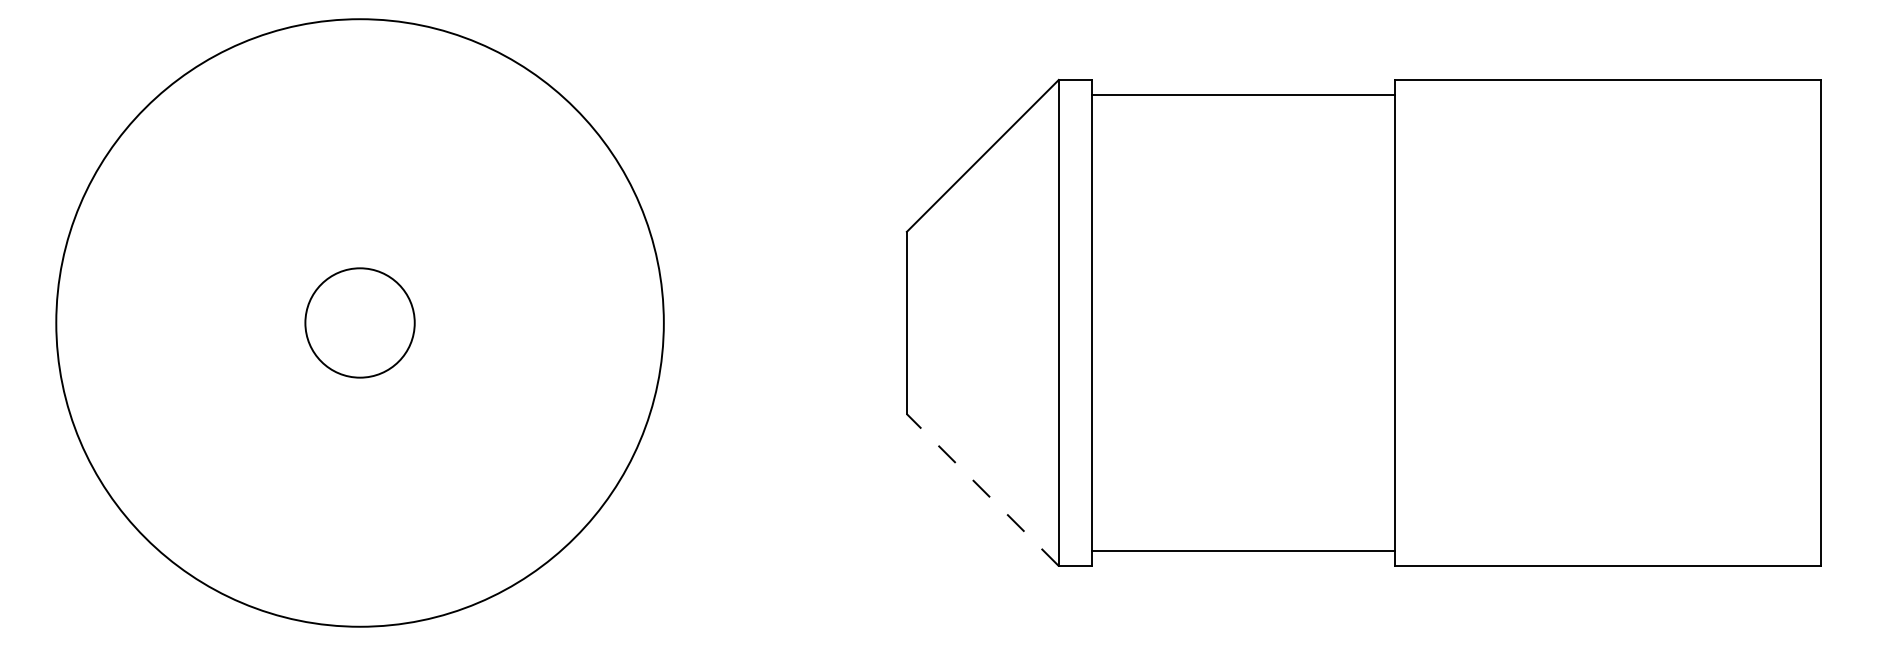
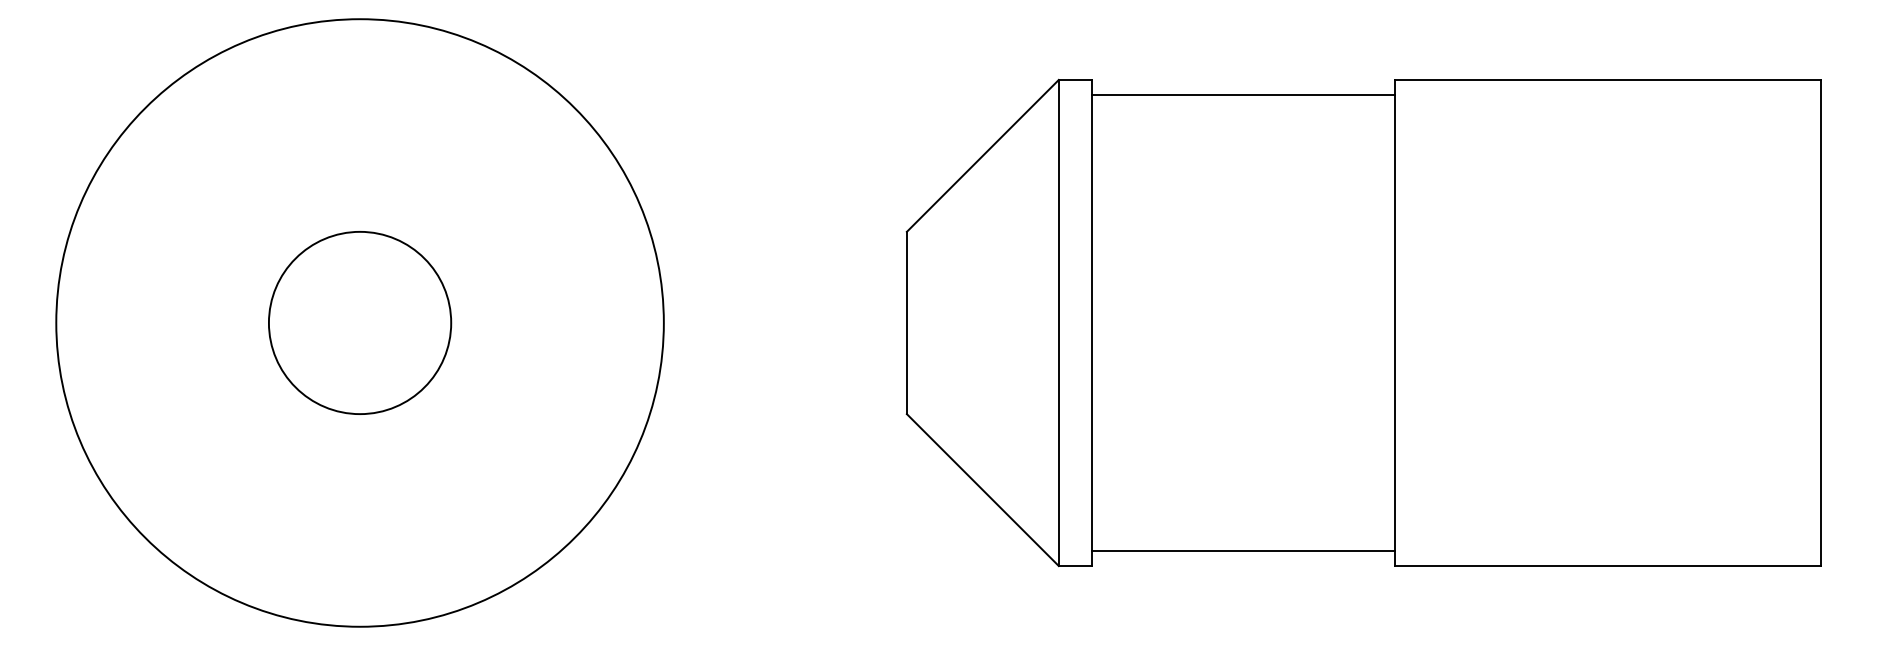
circle at (359, 322) diameter: 109 px -> 182 px
line at (982, 489): dashed -> solid
